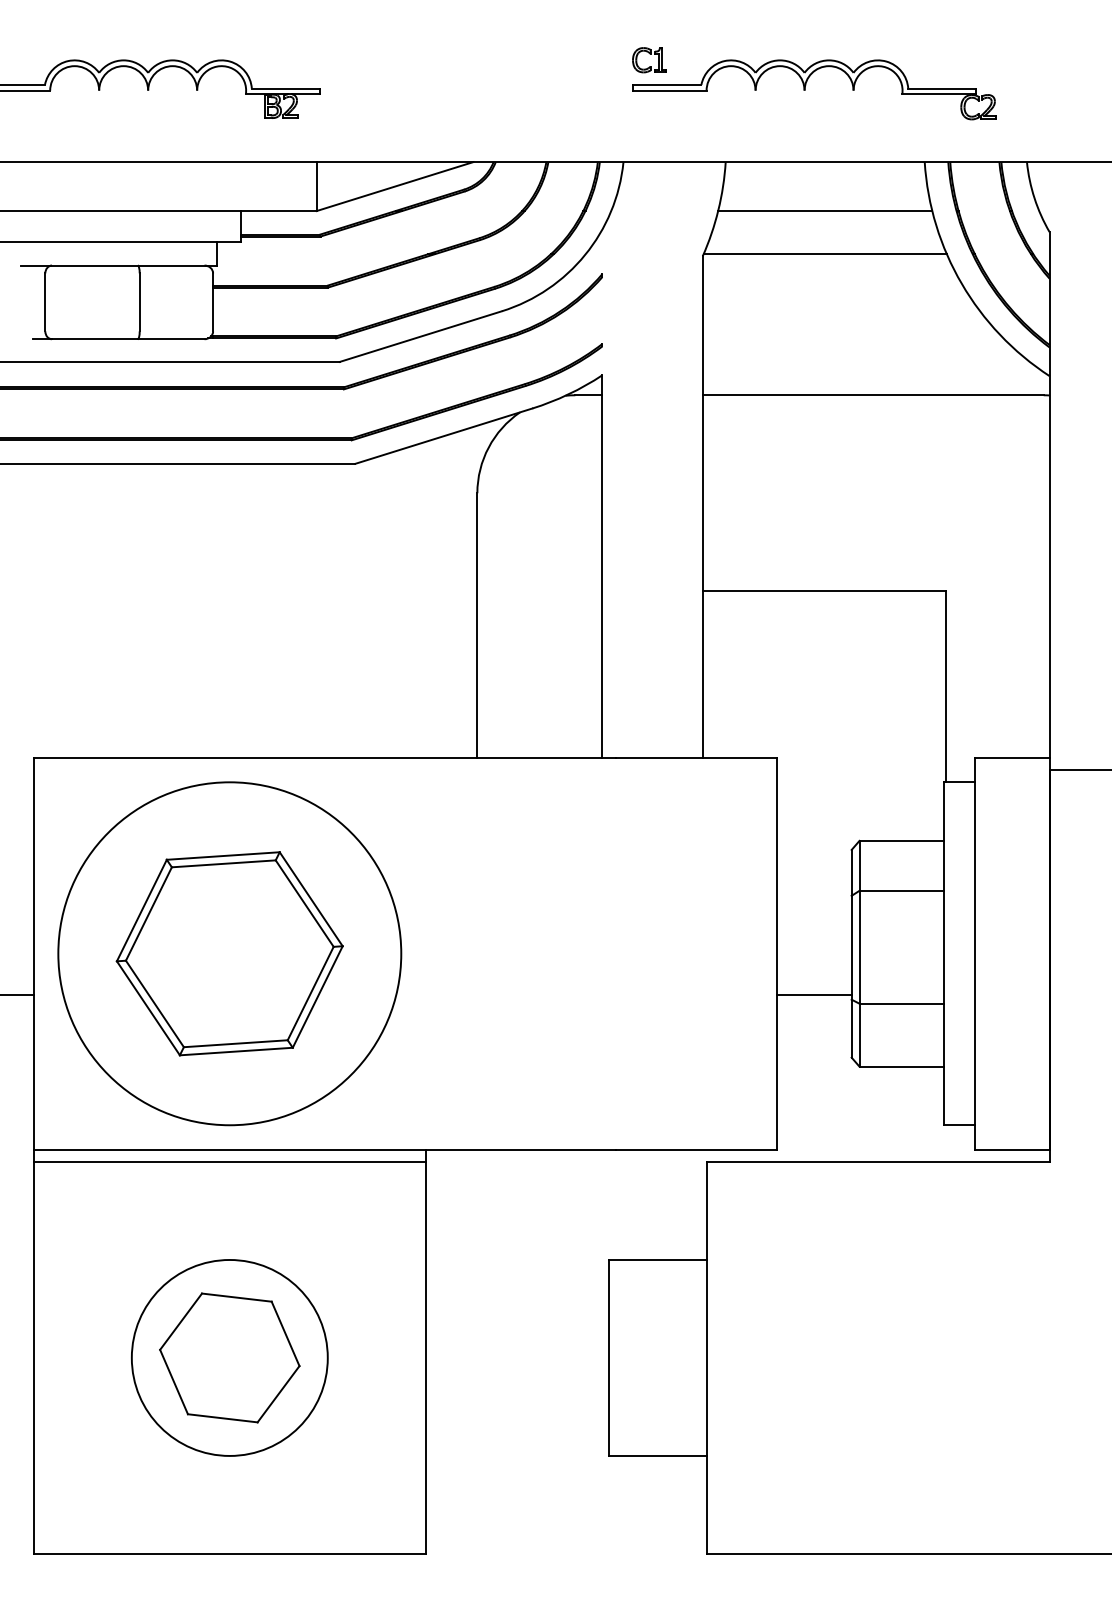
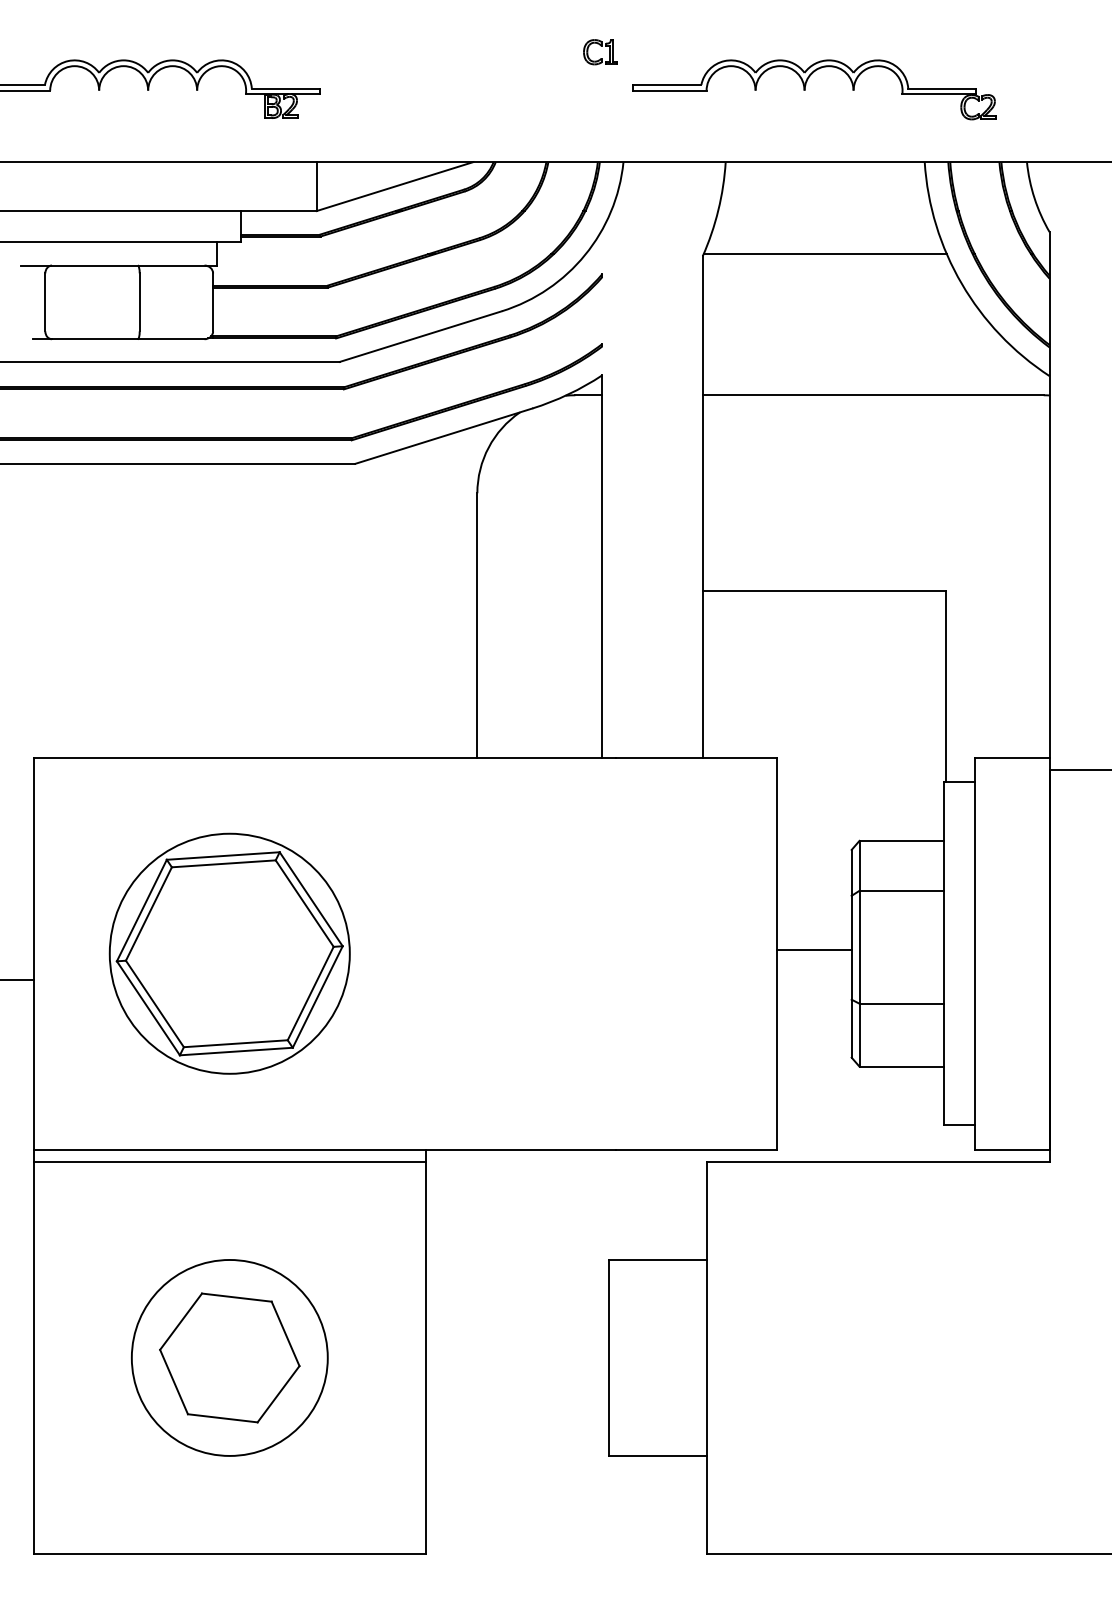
part at (649, 60) position: (649, 60) -> (600, 52)
line at (825, 211): present -> none
circle at (229, 953) diameter: 343 px -> 240 px
line at (17, 994) position: (17, 994) -> (17, 979)
line at (814, 994) position: (814, 994) -> (814, 949)
